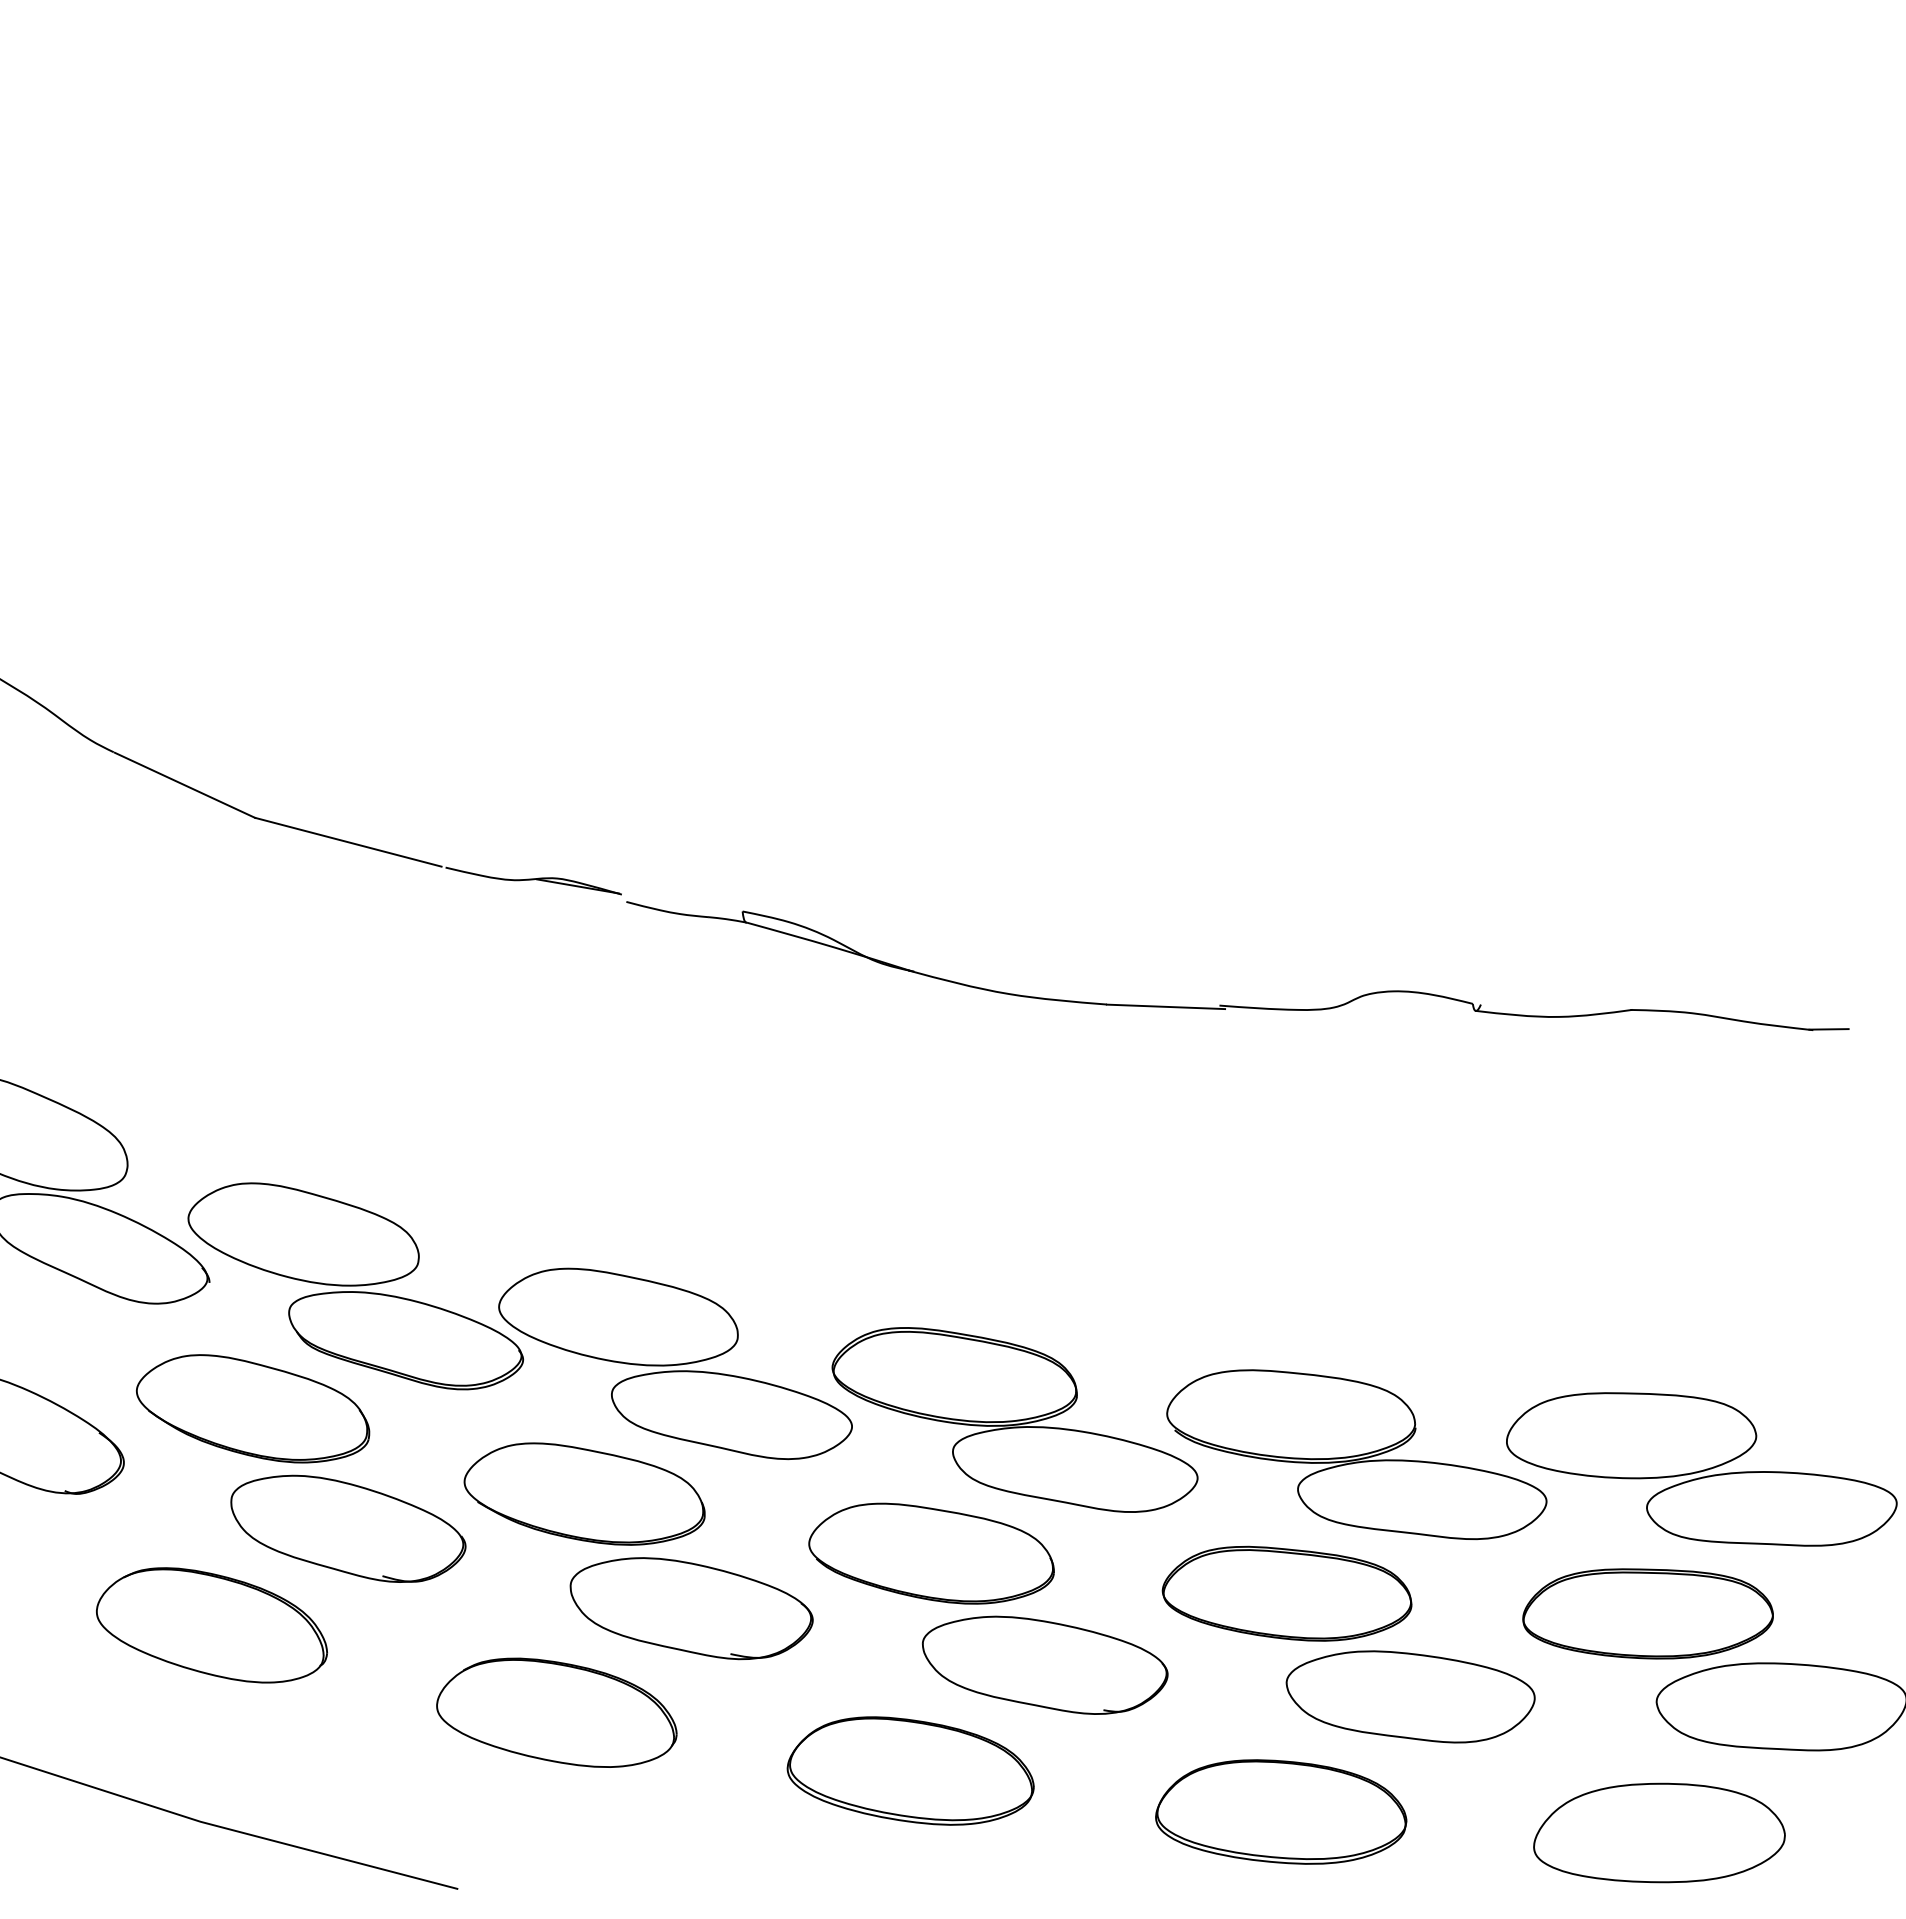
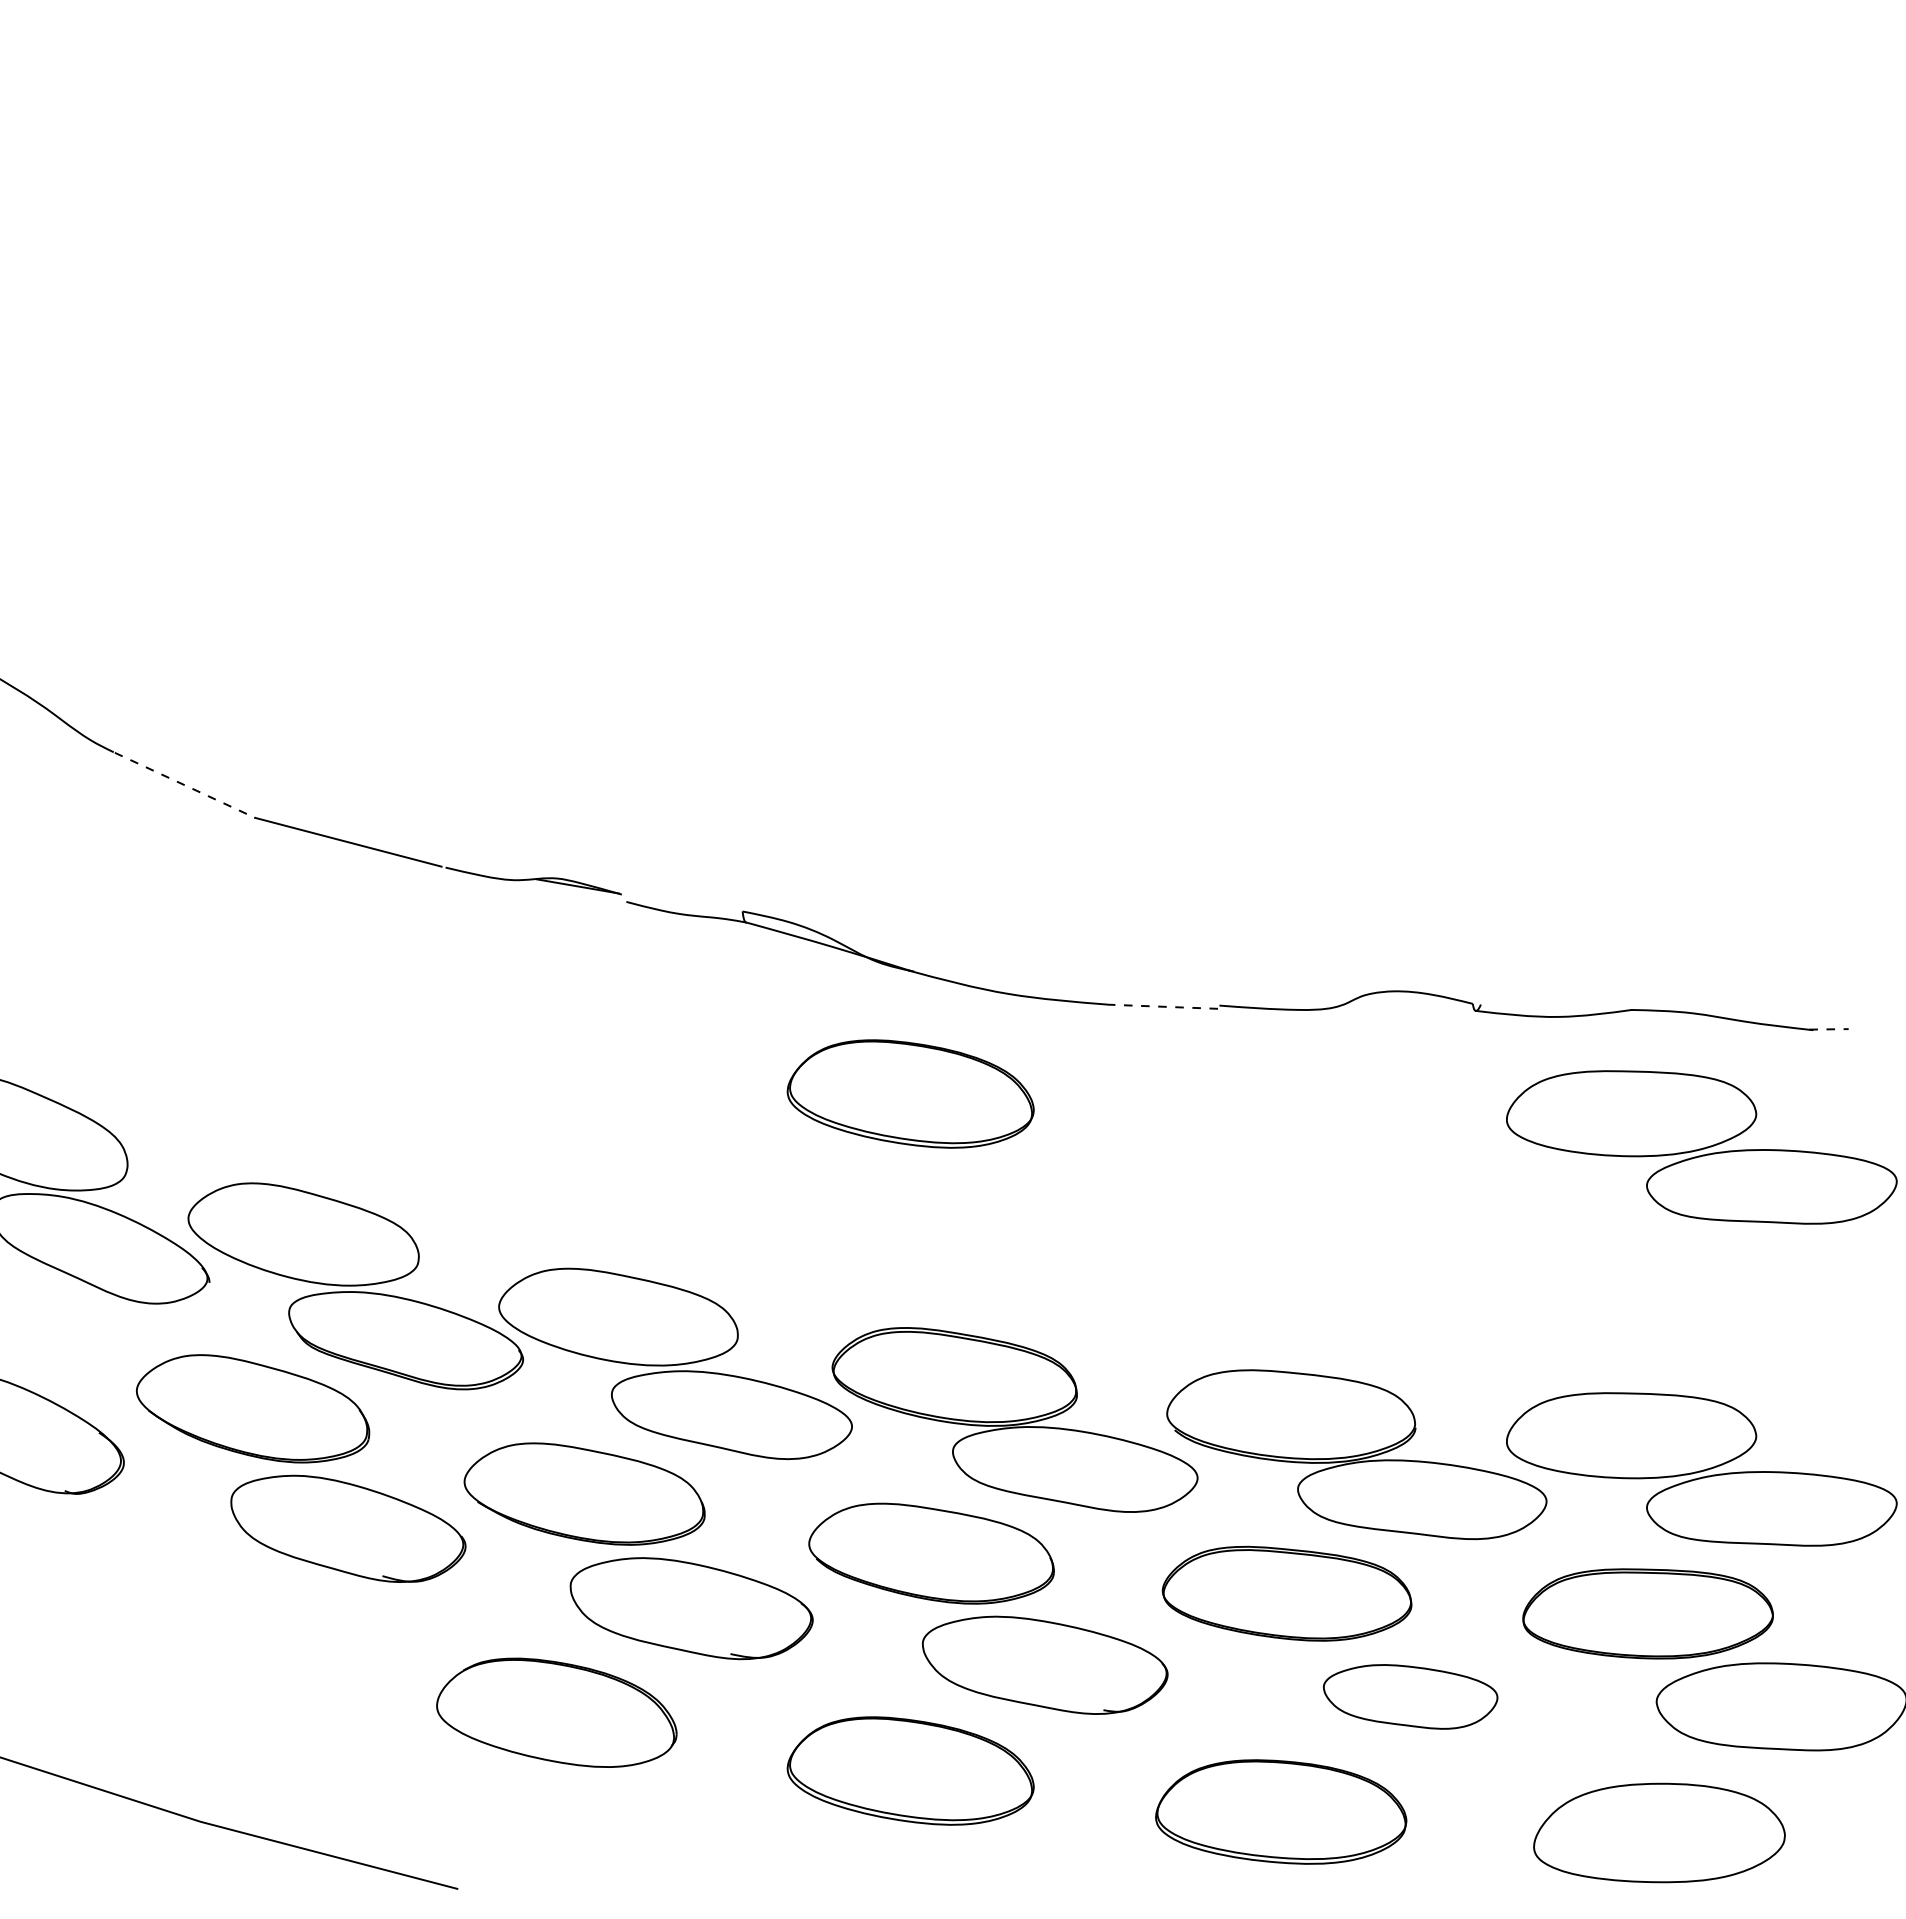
line at (185, 785): solid -> dashed
line at (1166, 1006): solid -> dashed
line at (1829, 1029): solid -> dashed
part at (910, 1093): none -> present
part at (1701, 1147): none -> present
part at (211, 1625): present -> none
part at (1410, 1696) size: 251x94 px -> 176x66 px
